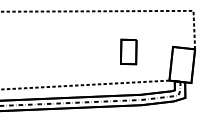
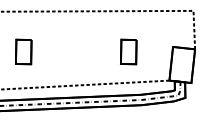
part at (23, 51): none -> present
